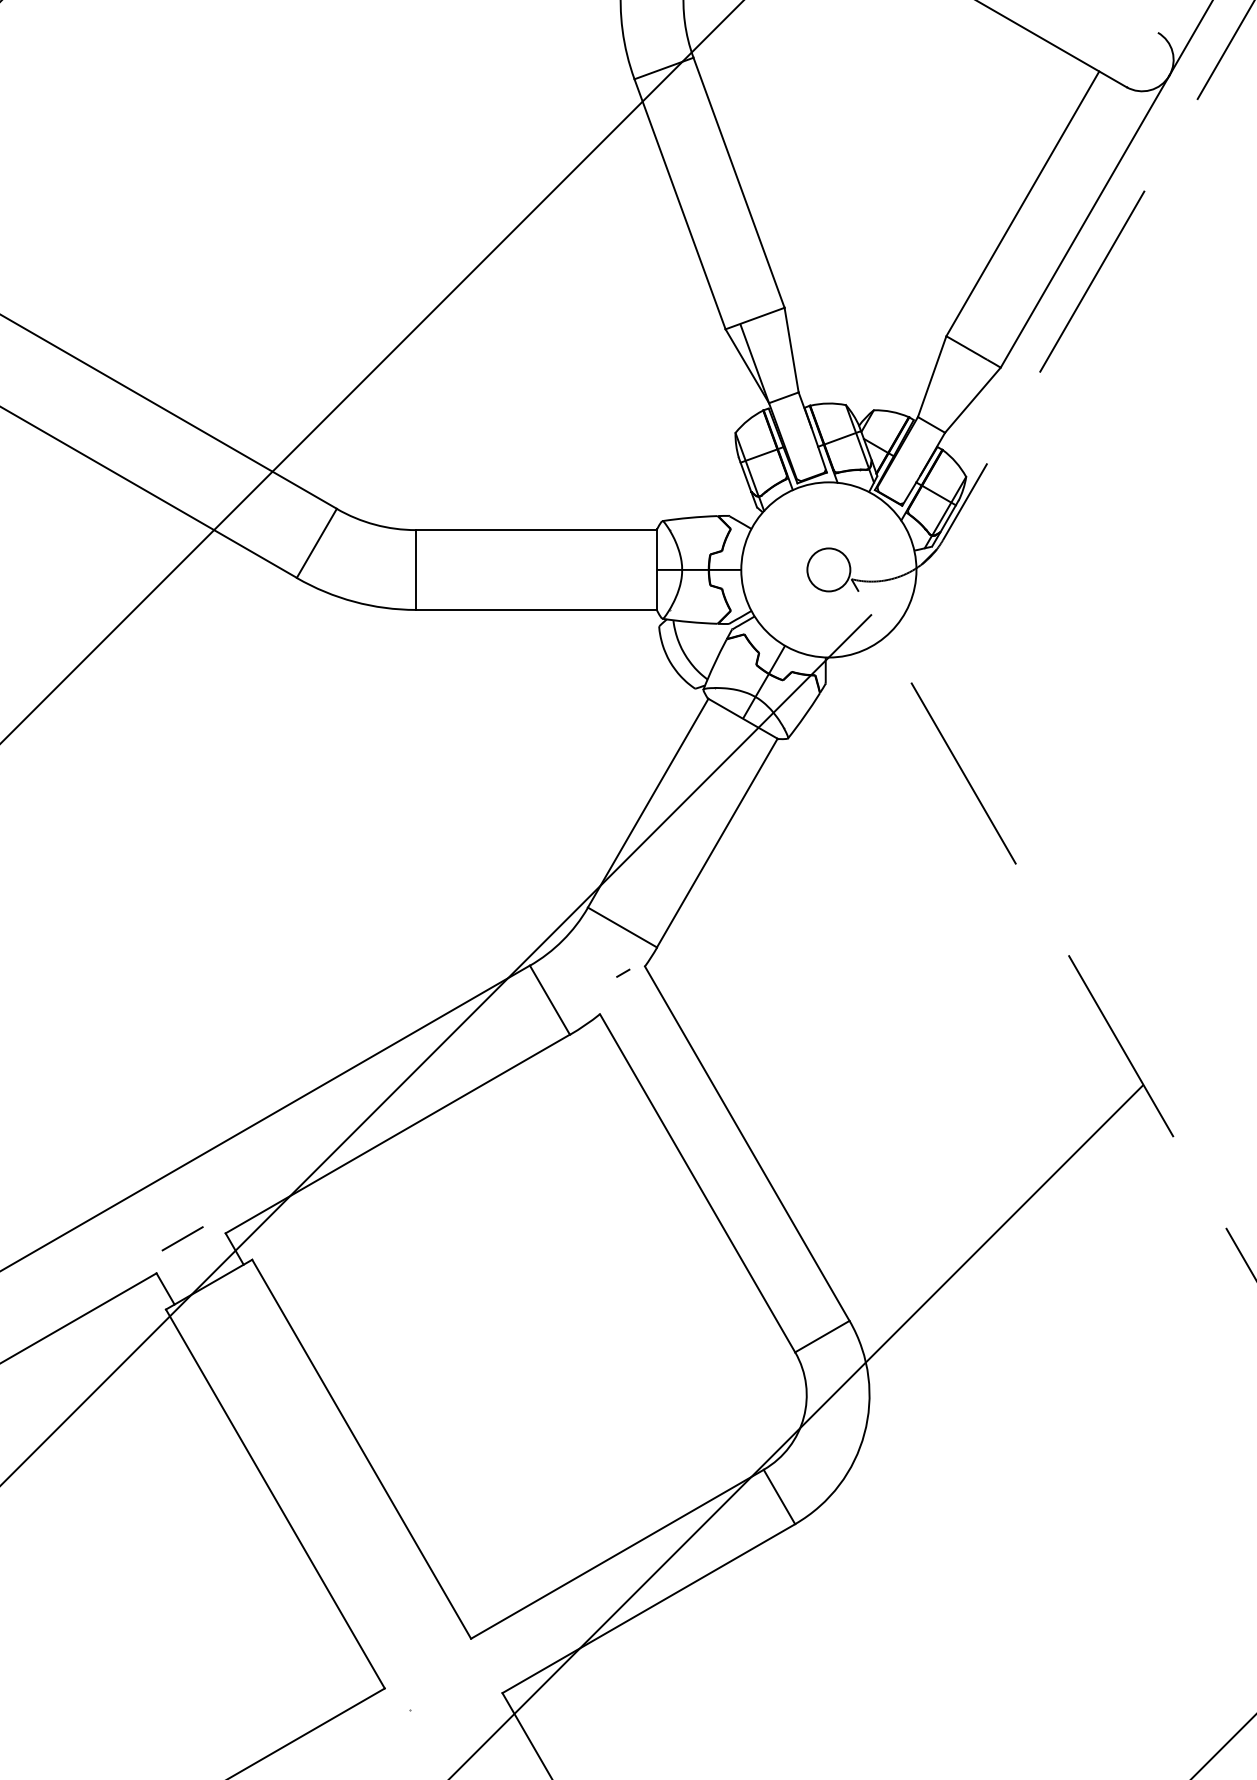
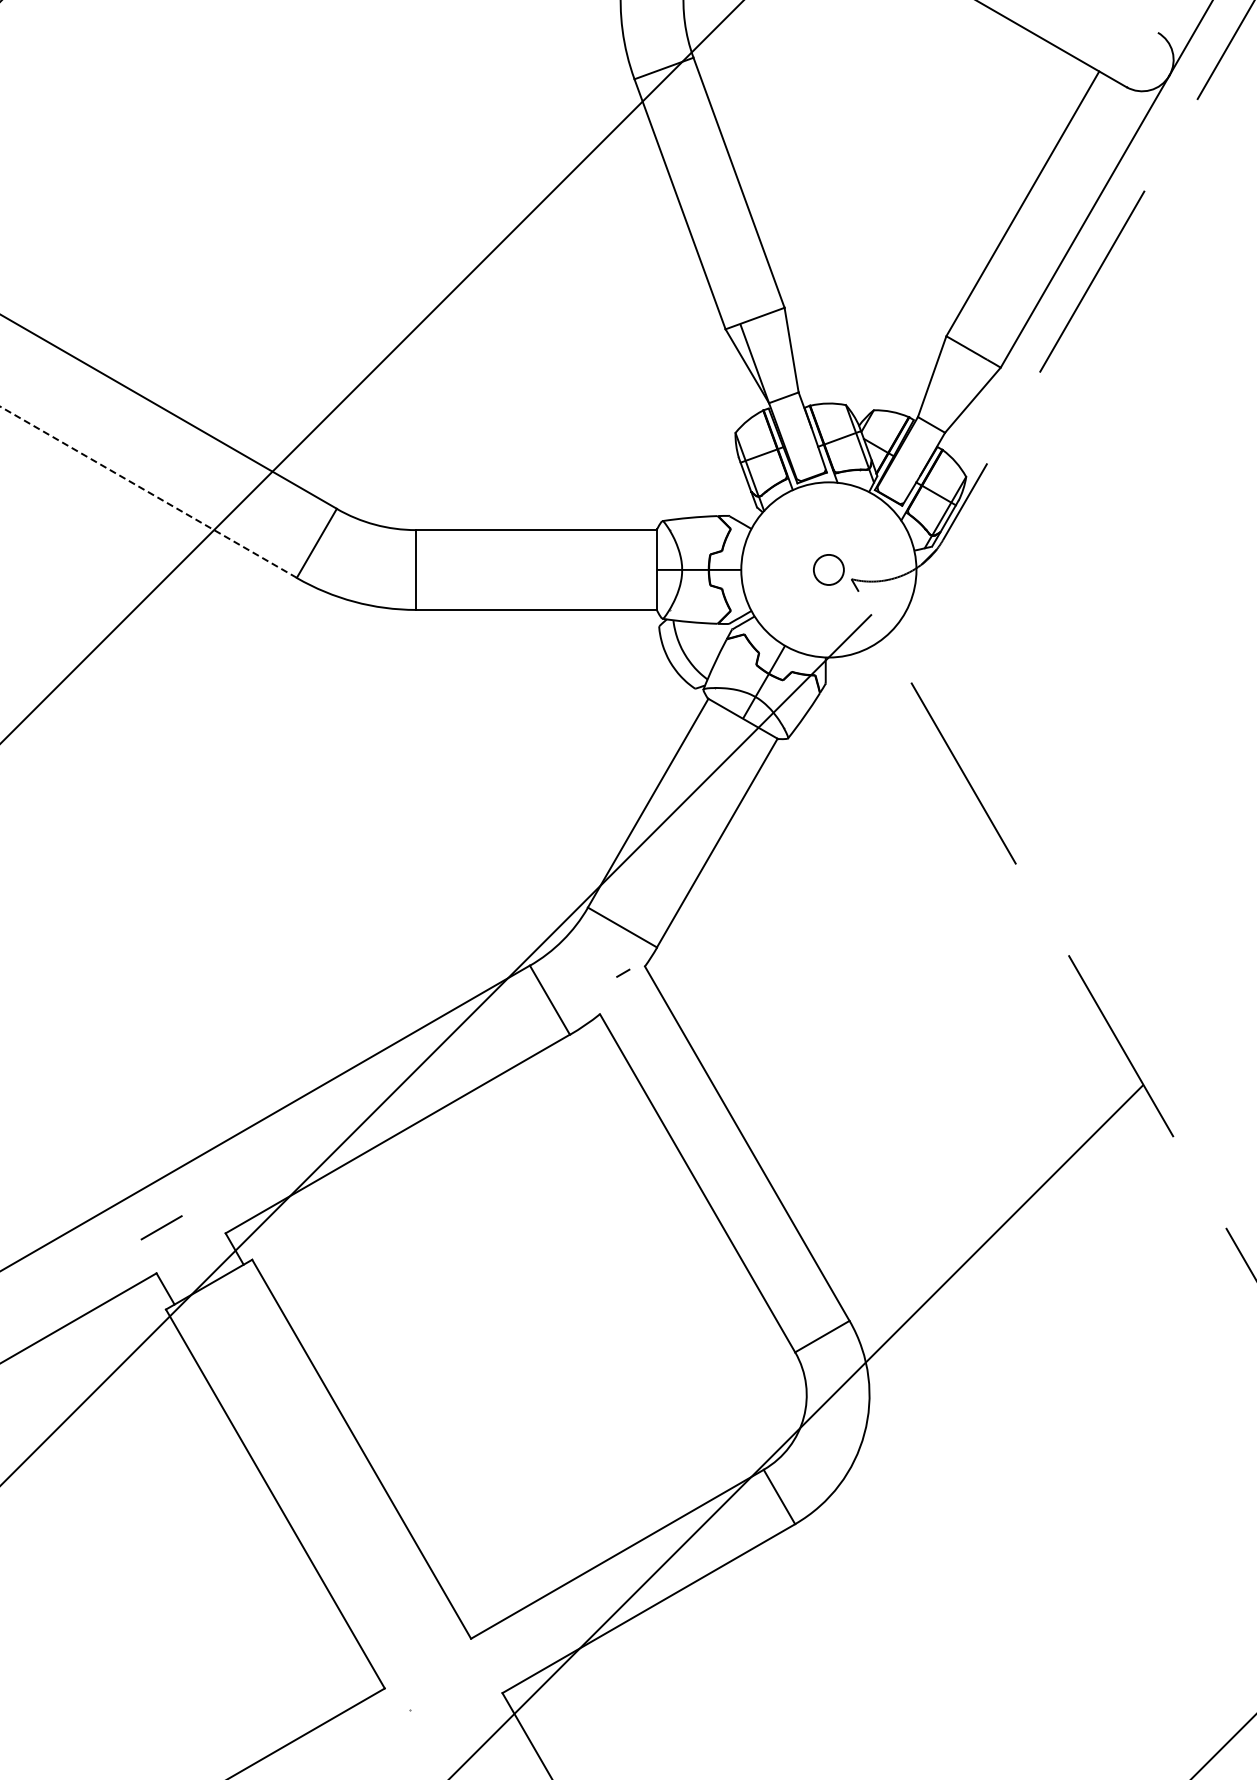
line at (148, 492): solid -> dashed
circle at (828, 569) diameter: 43 px -> 30 px
line at (182, 1238) position: (182, 1238) -> (161, 1227)
